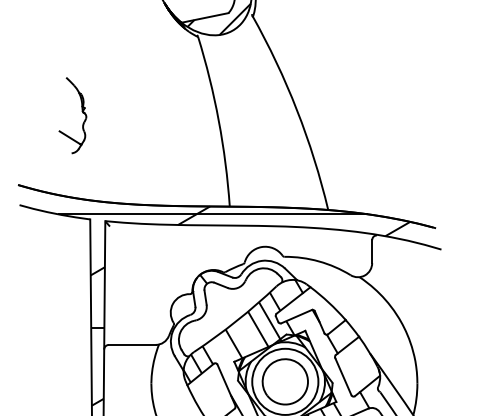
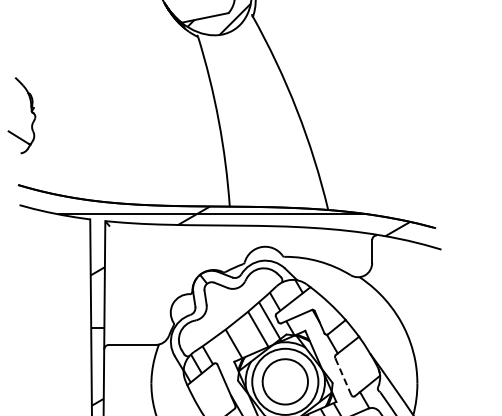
part at (81, 111) position: (81, 111) -> (30, 111)
line at (343, 376): solid -> dashed
